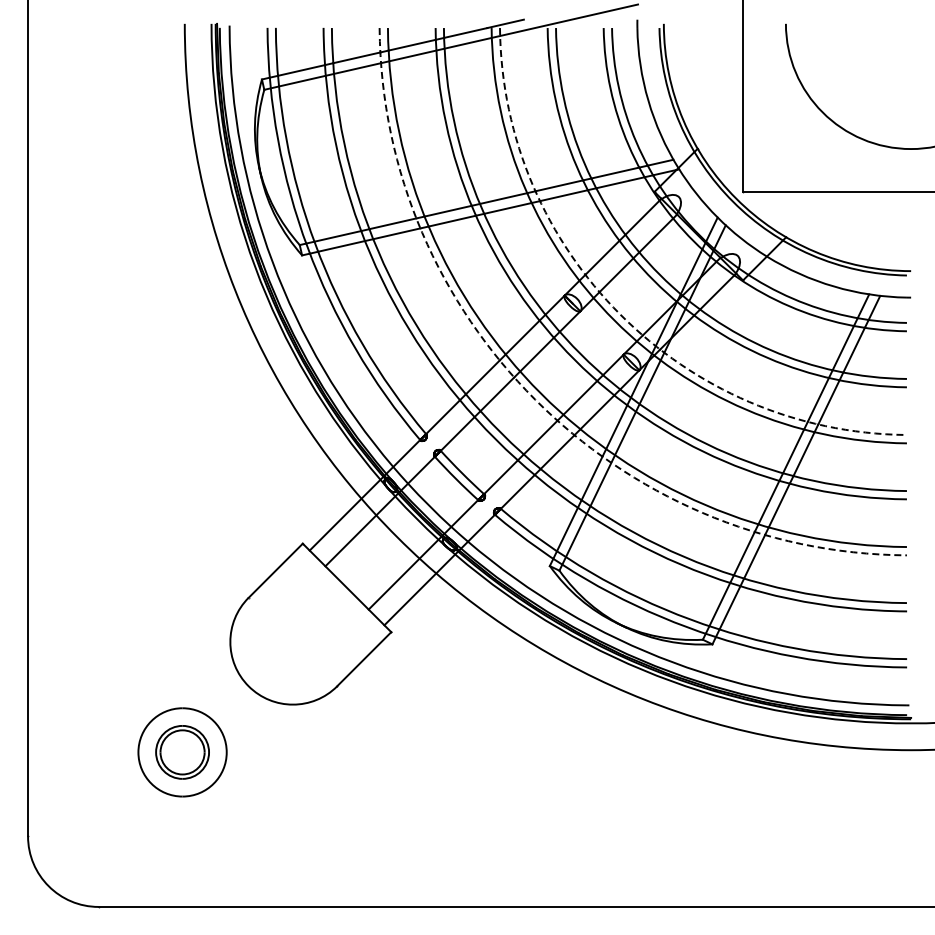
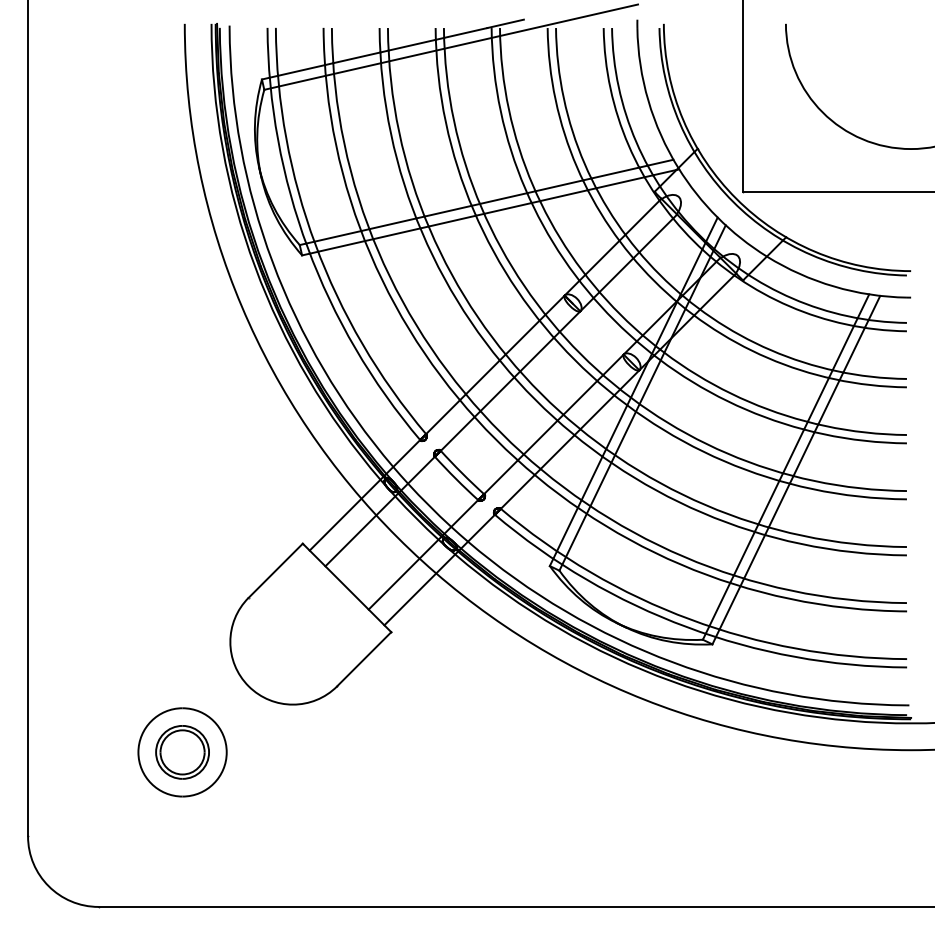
arc at (620, 314): dashed -> solid
arc at (535, 399): dashed -> solid
